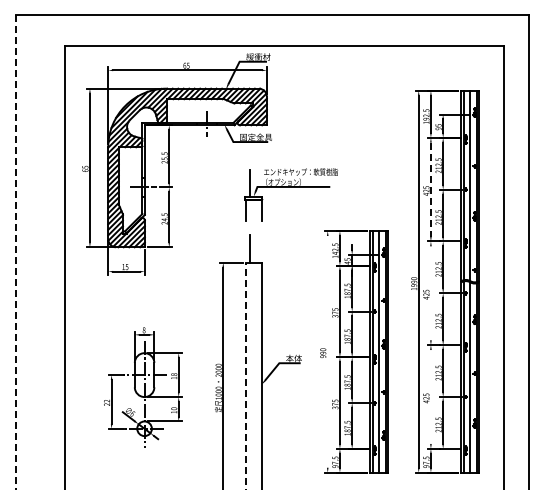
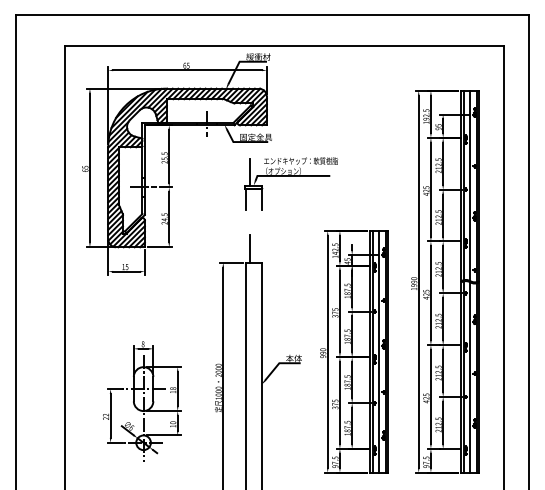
part at (290, 187) position: (290, 187) -> (290, 176)
line at (430, 189): dashed -> solid
line at (16, 252): dashed -> solid
line at (430, 293): none -> present
line at (327, 351): none -> present
line at (245, 375): dashed -> solid
part at (143, 387) position: (143, 387) -> (142, 401)
line at (430, 396): none -> present
